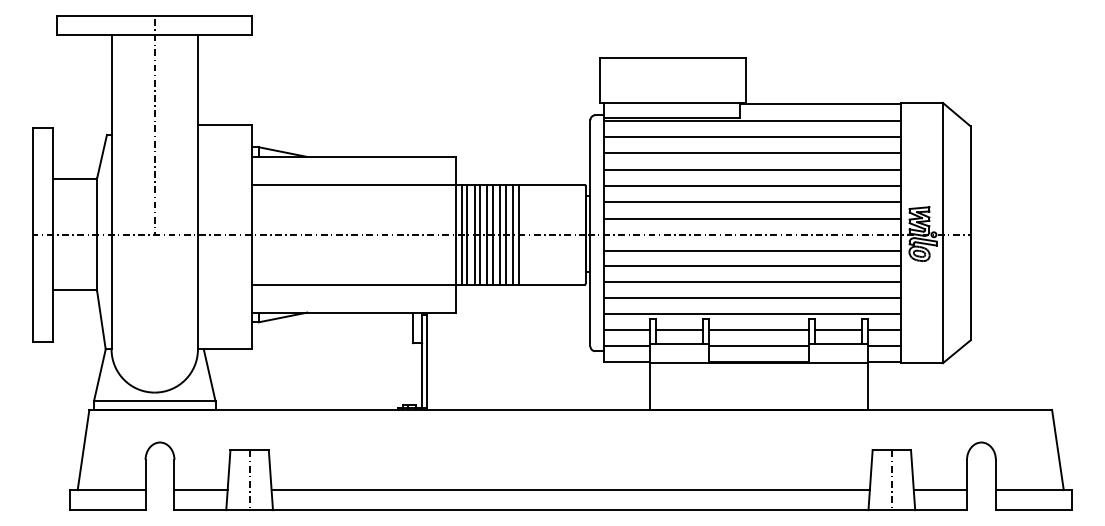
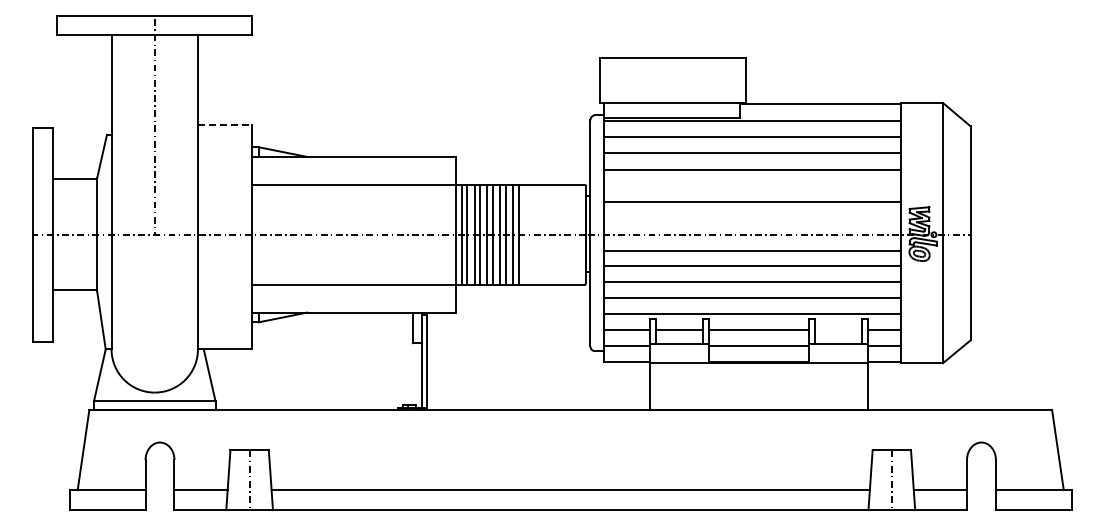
line at (225, 124): solid -> dashed
line at (752, 185): present -> none
line at (752, 218): present -> none
line at (838, 330): present -> none
